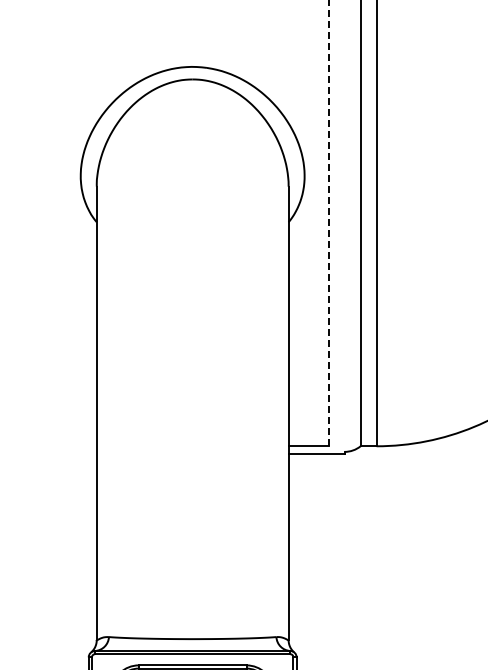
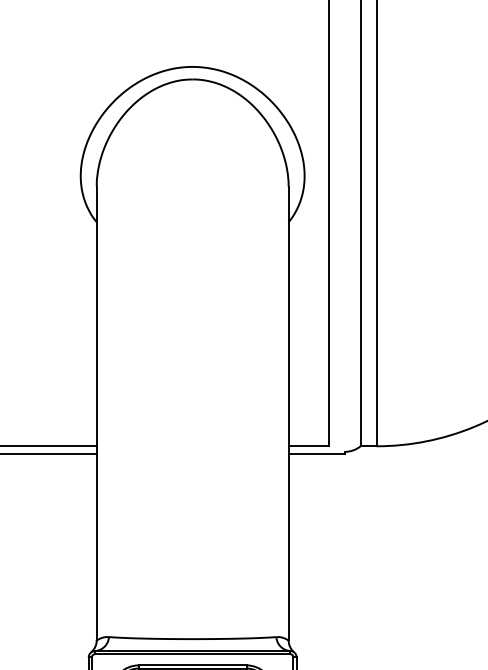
line at (328, 223): dashed -> solid
line at (49, 446): none -> present
line at (49, 454): none -> present
